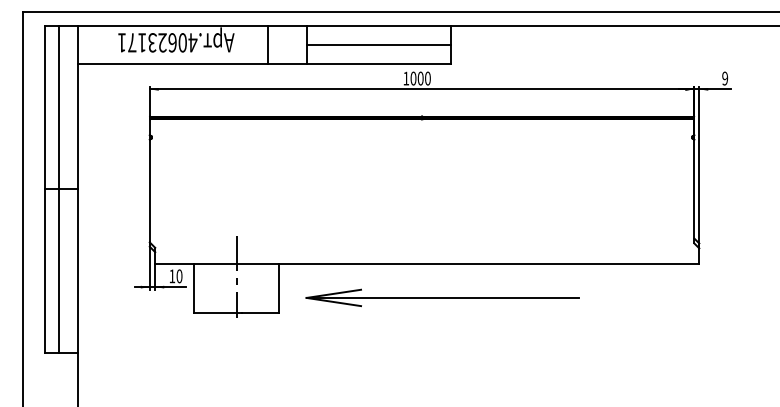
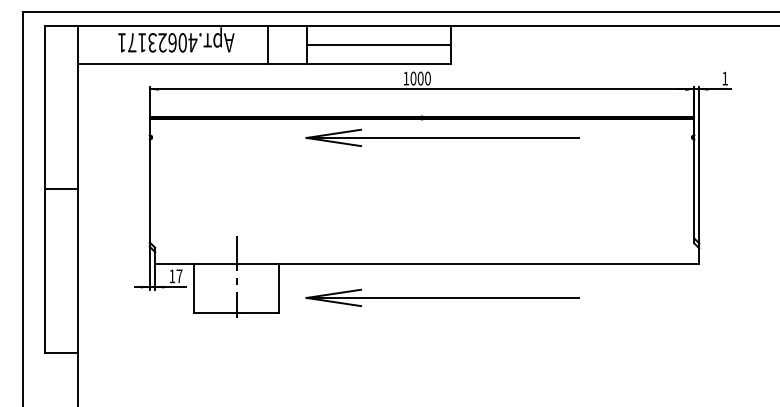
text at (725, 78): 9 -> 1
part at (442, 137): none -> present
line at (58, 188): present -> none
text at (179, 276): 10 -> 17
